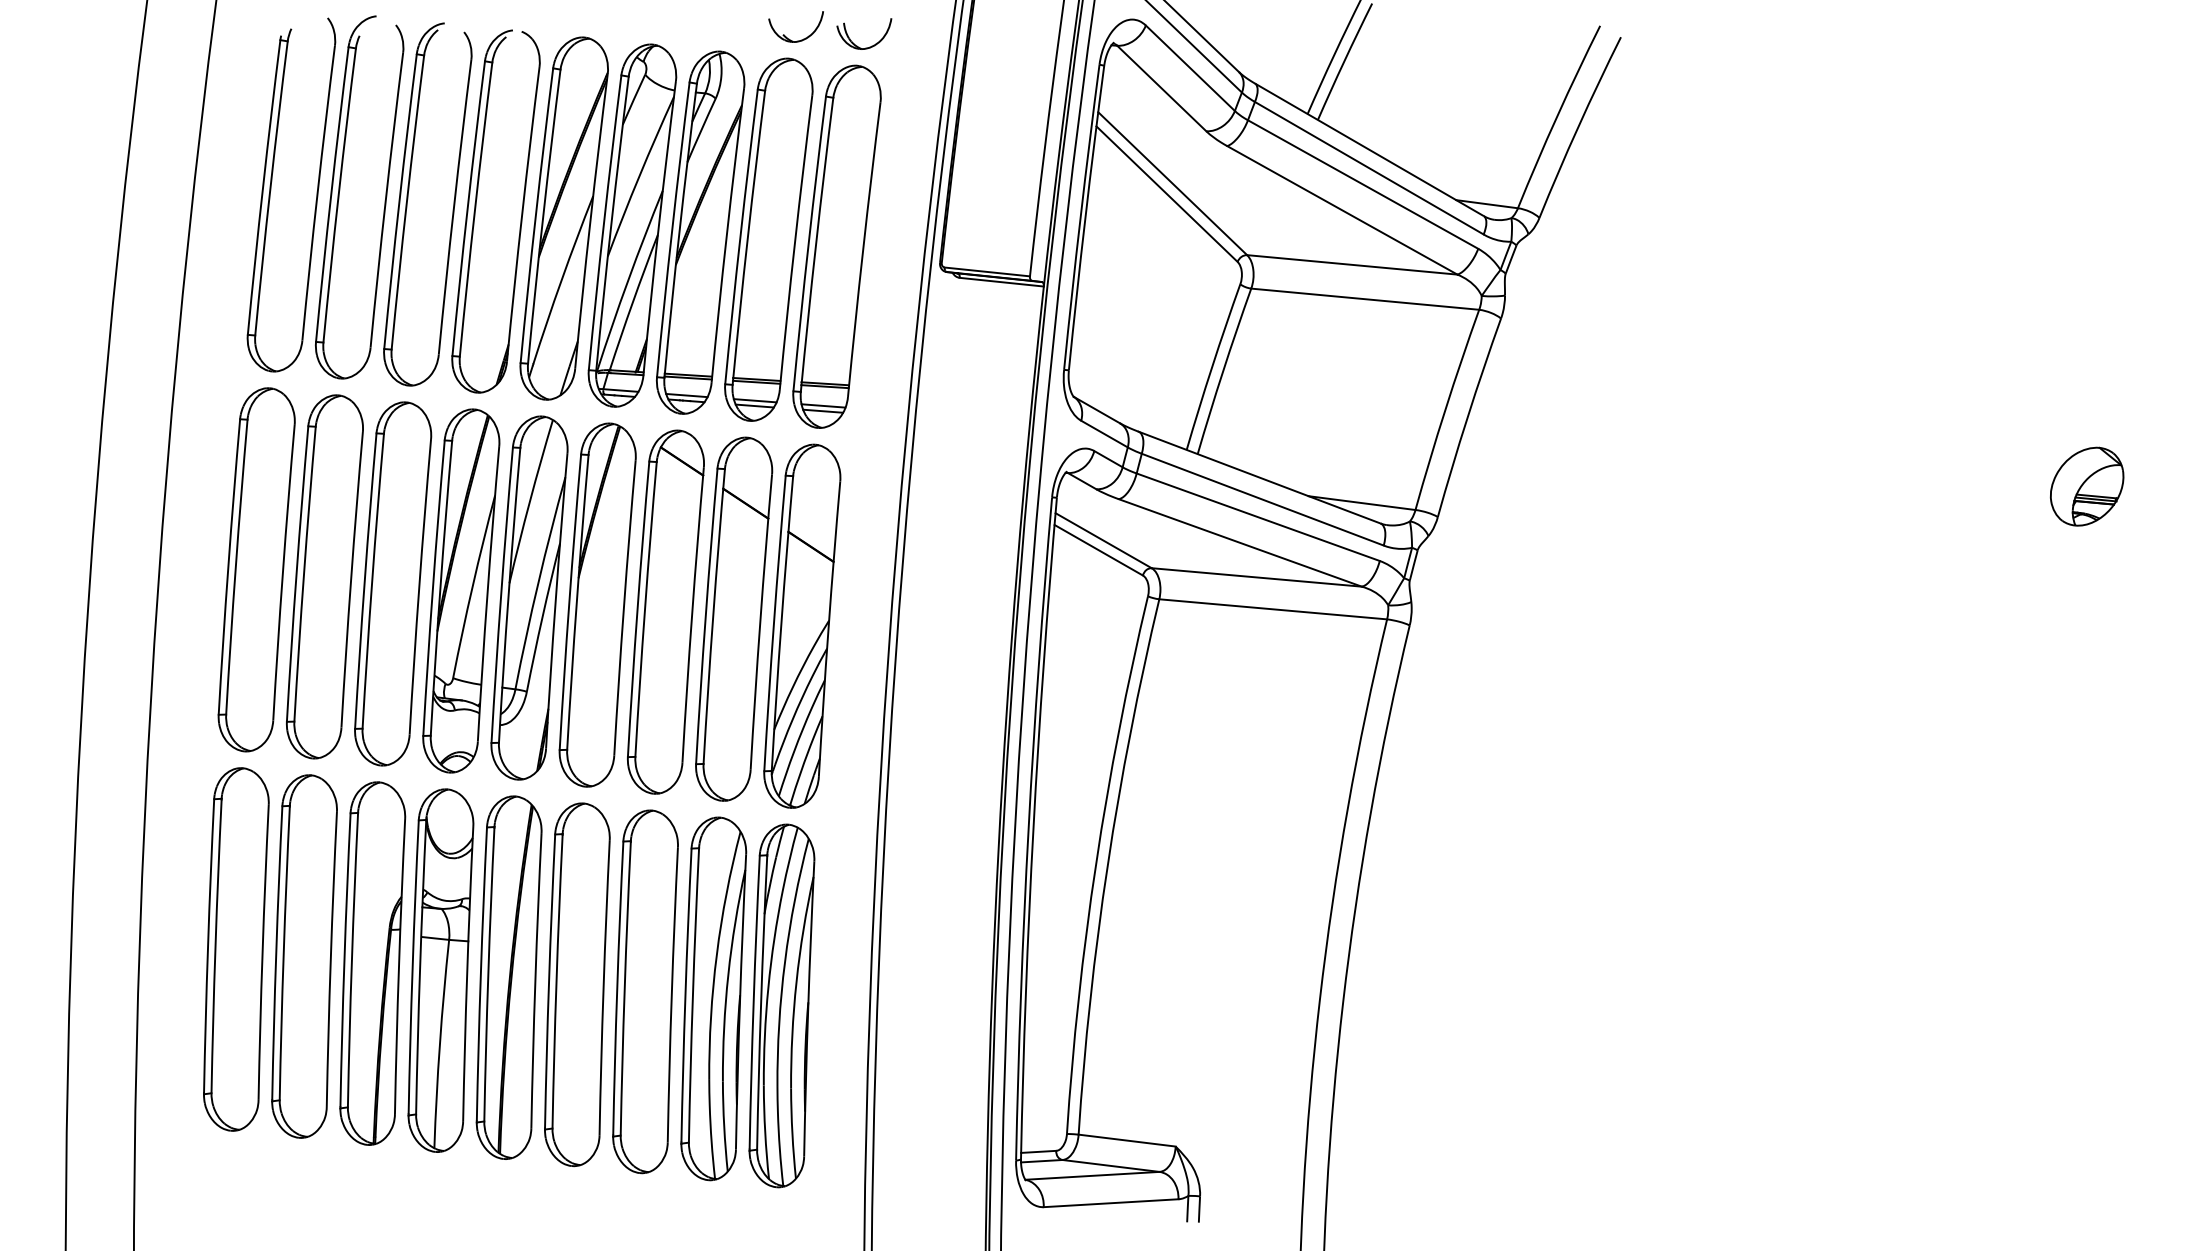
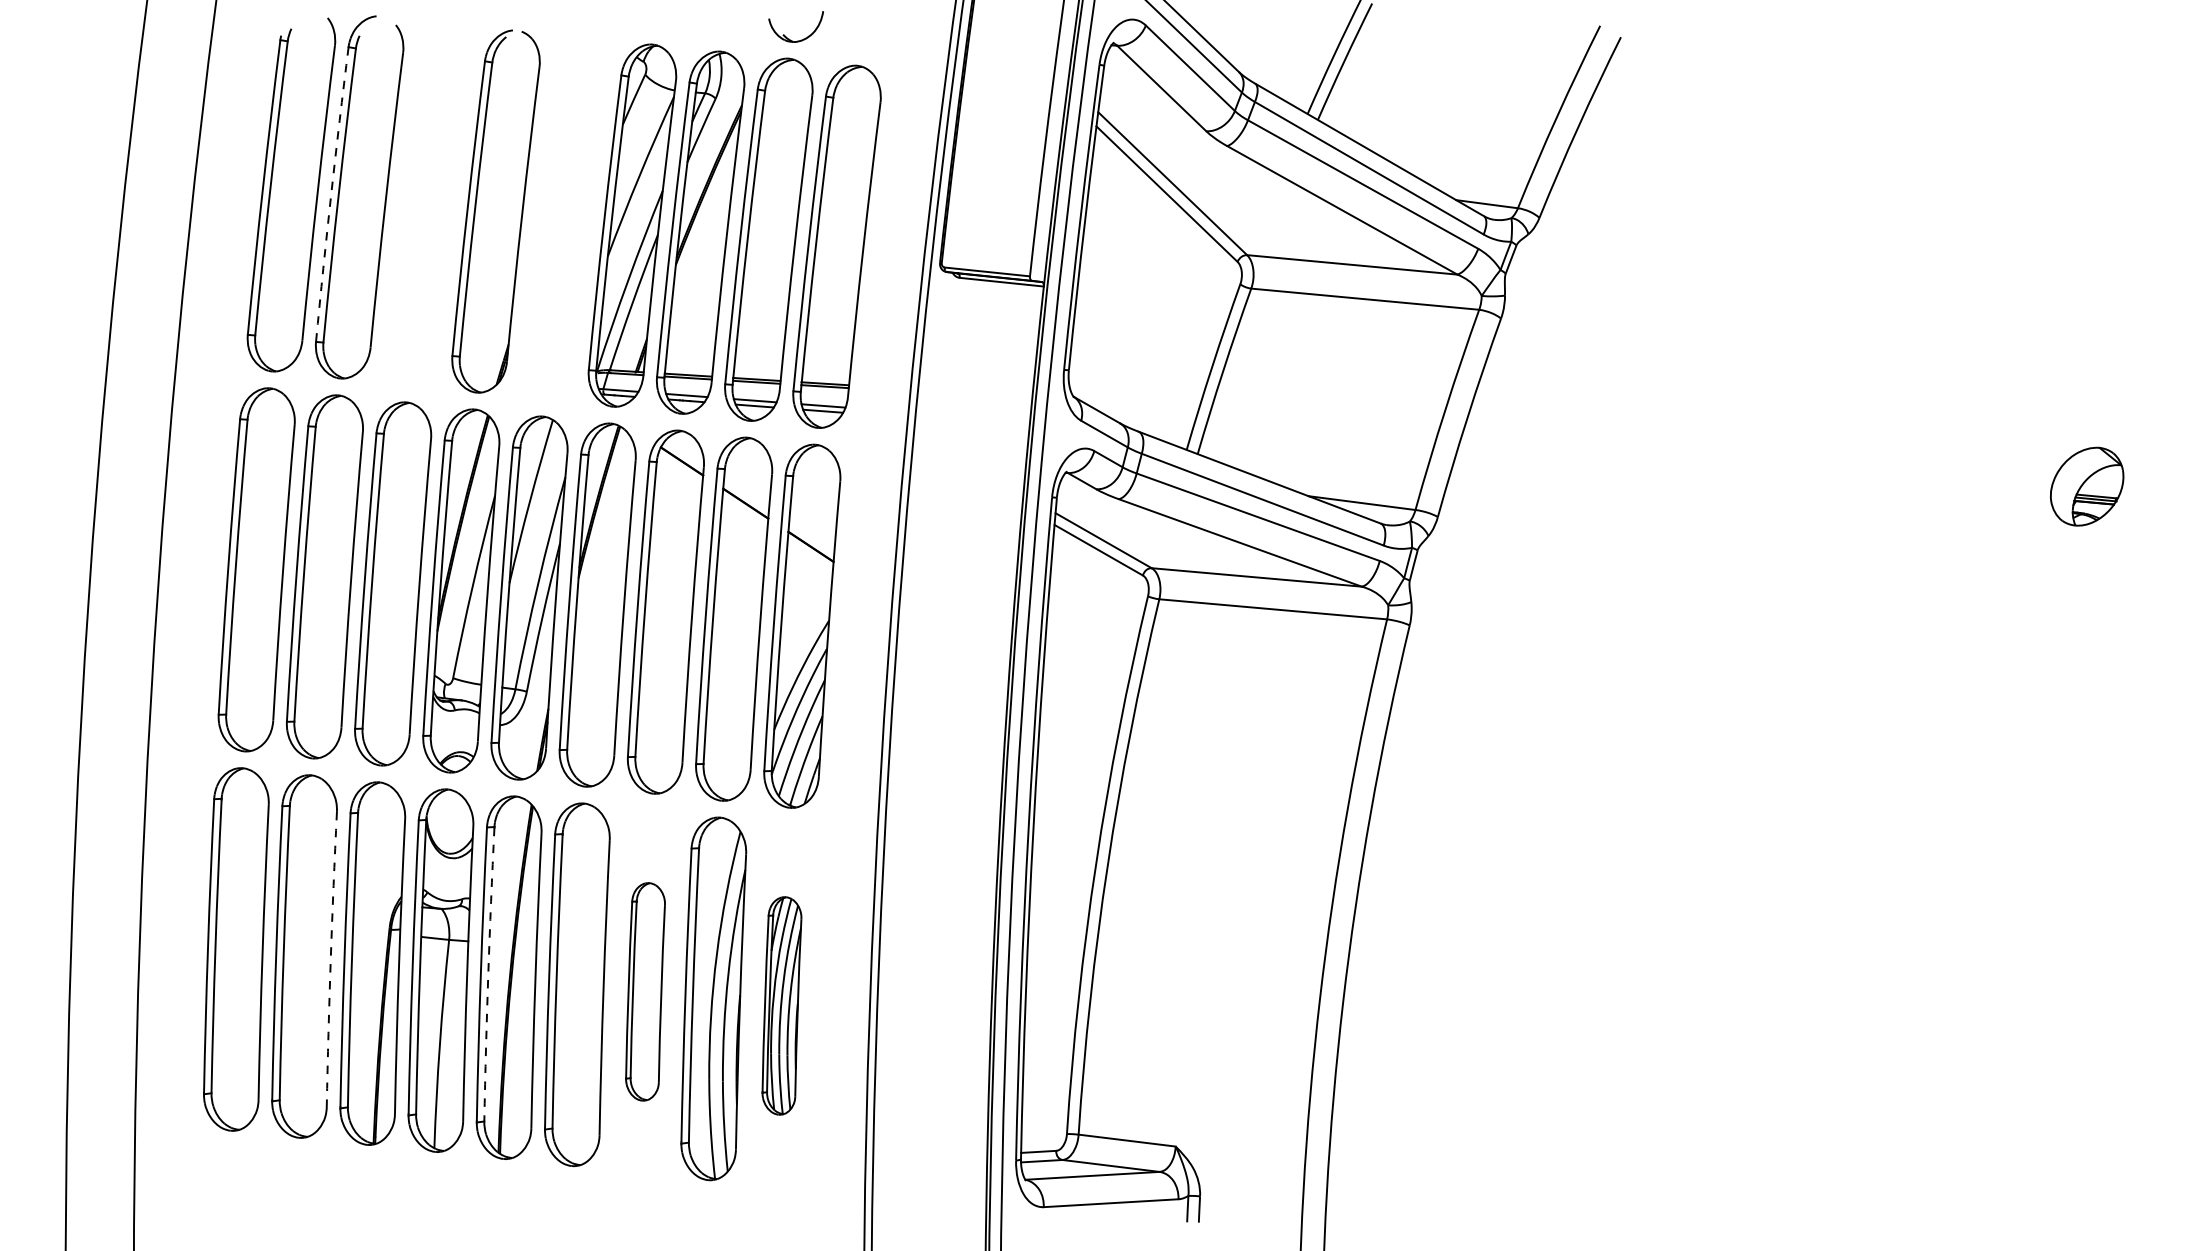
part at (857, 45): present -> none
arc at (331, 194): solid -> dashed
part at (408, 199): present -> none
part at (563, 218): present -> none
arc at (330, 959): solid -> dashed
arc at (488, 974): solid -> dashed
part at (645, 991) size: 67x366 px -> 41x220 px
part at (781, 1005) size: 68x366 px -> 42x220 px
